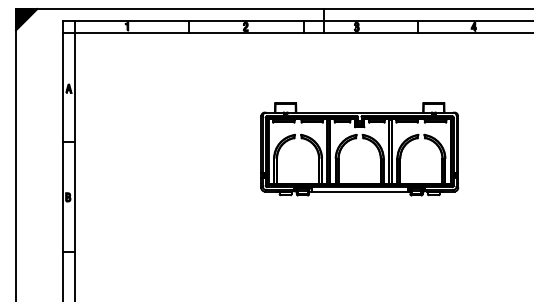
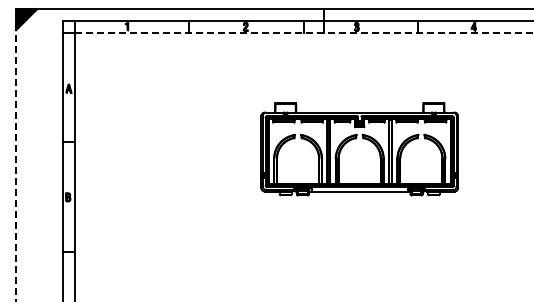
line at (304, 32): solid -> dashed
line at (16, 154): solid -> dashed
